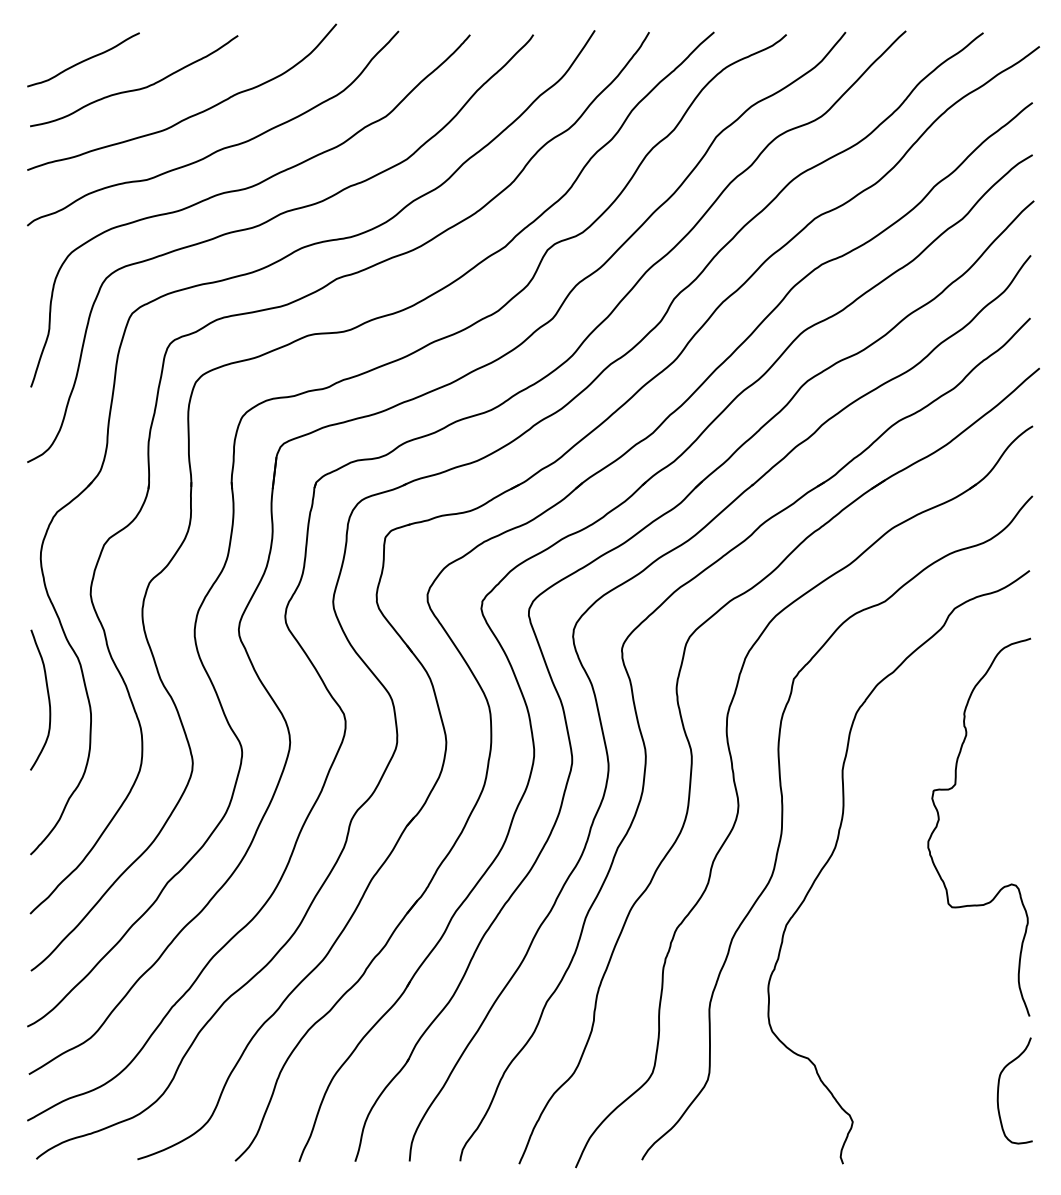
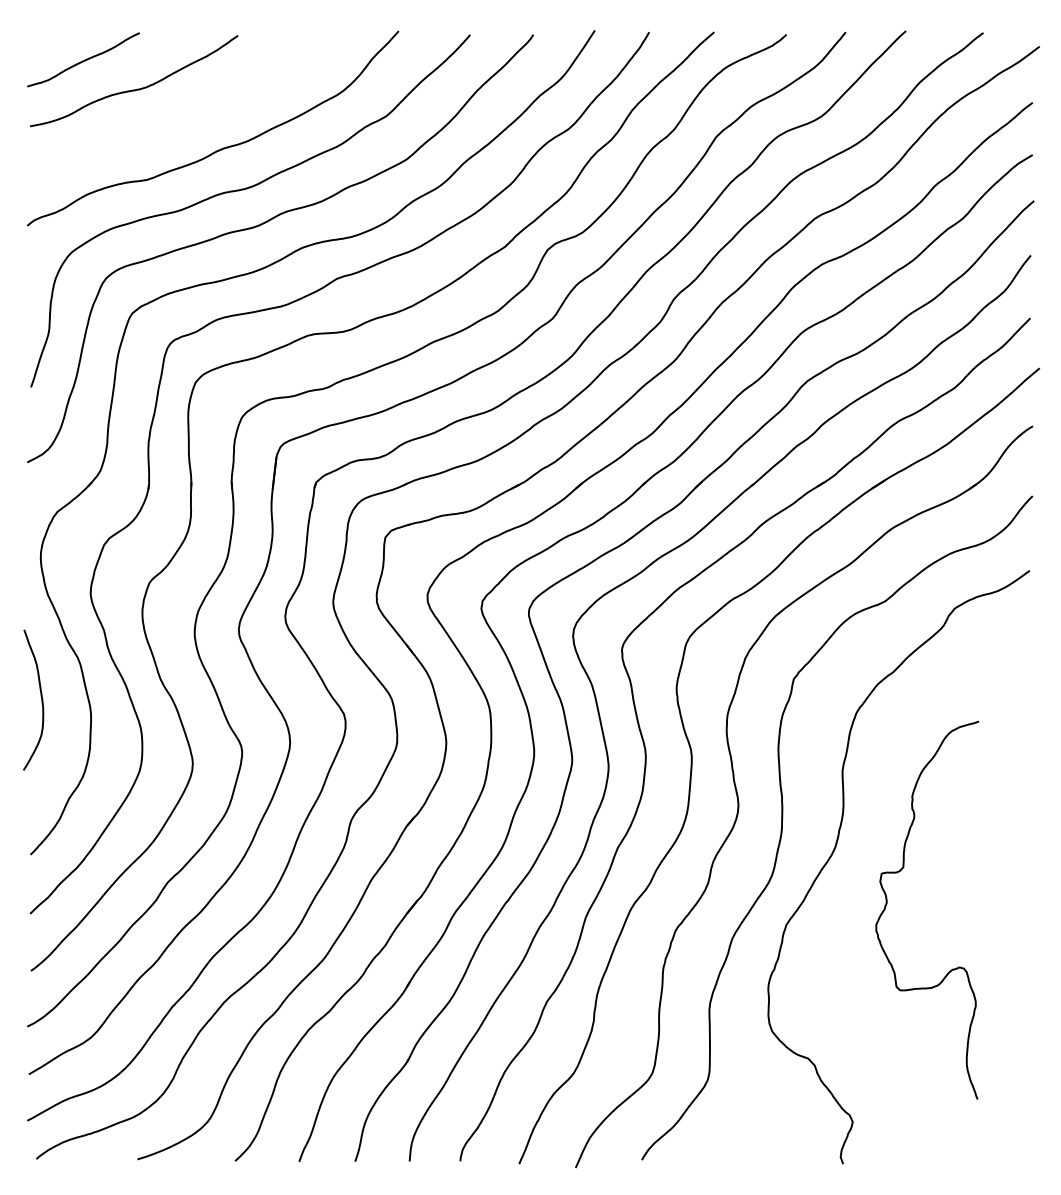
curve at (190, 115): present -> none
curve at (47, 696) position: (47, 696) -> (40, 696)
curve at (939, 821) position: (939, 821) -> (887, 904)
curve at (999, 1088): present -> none
